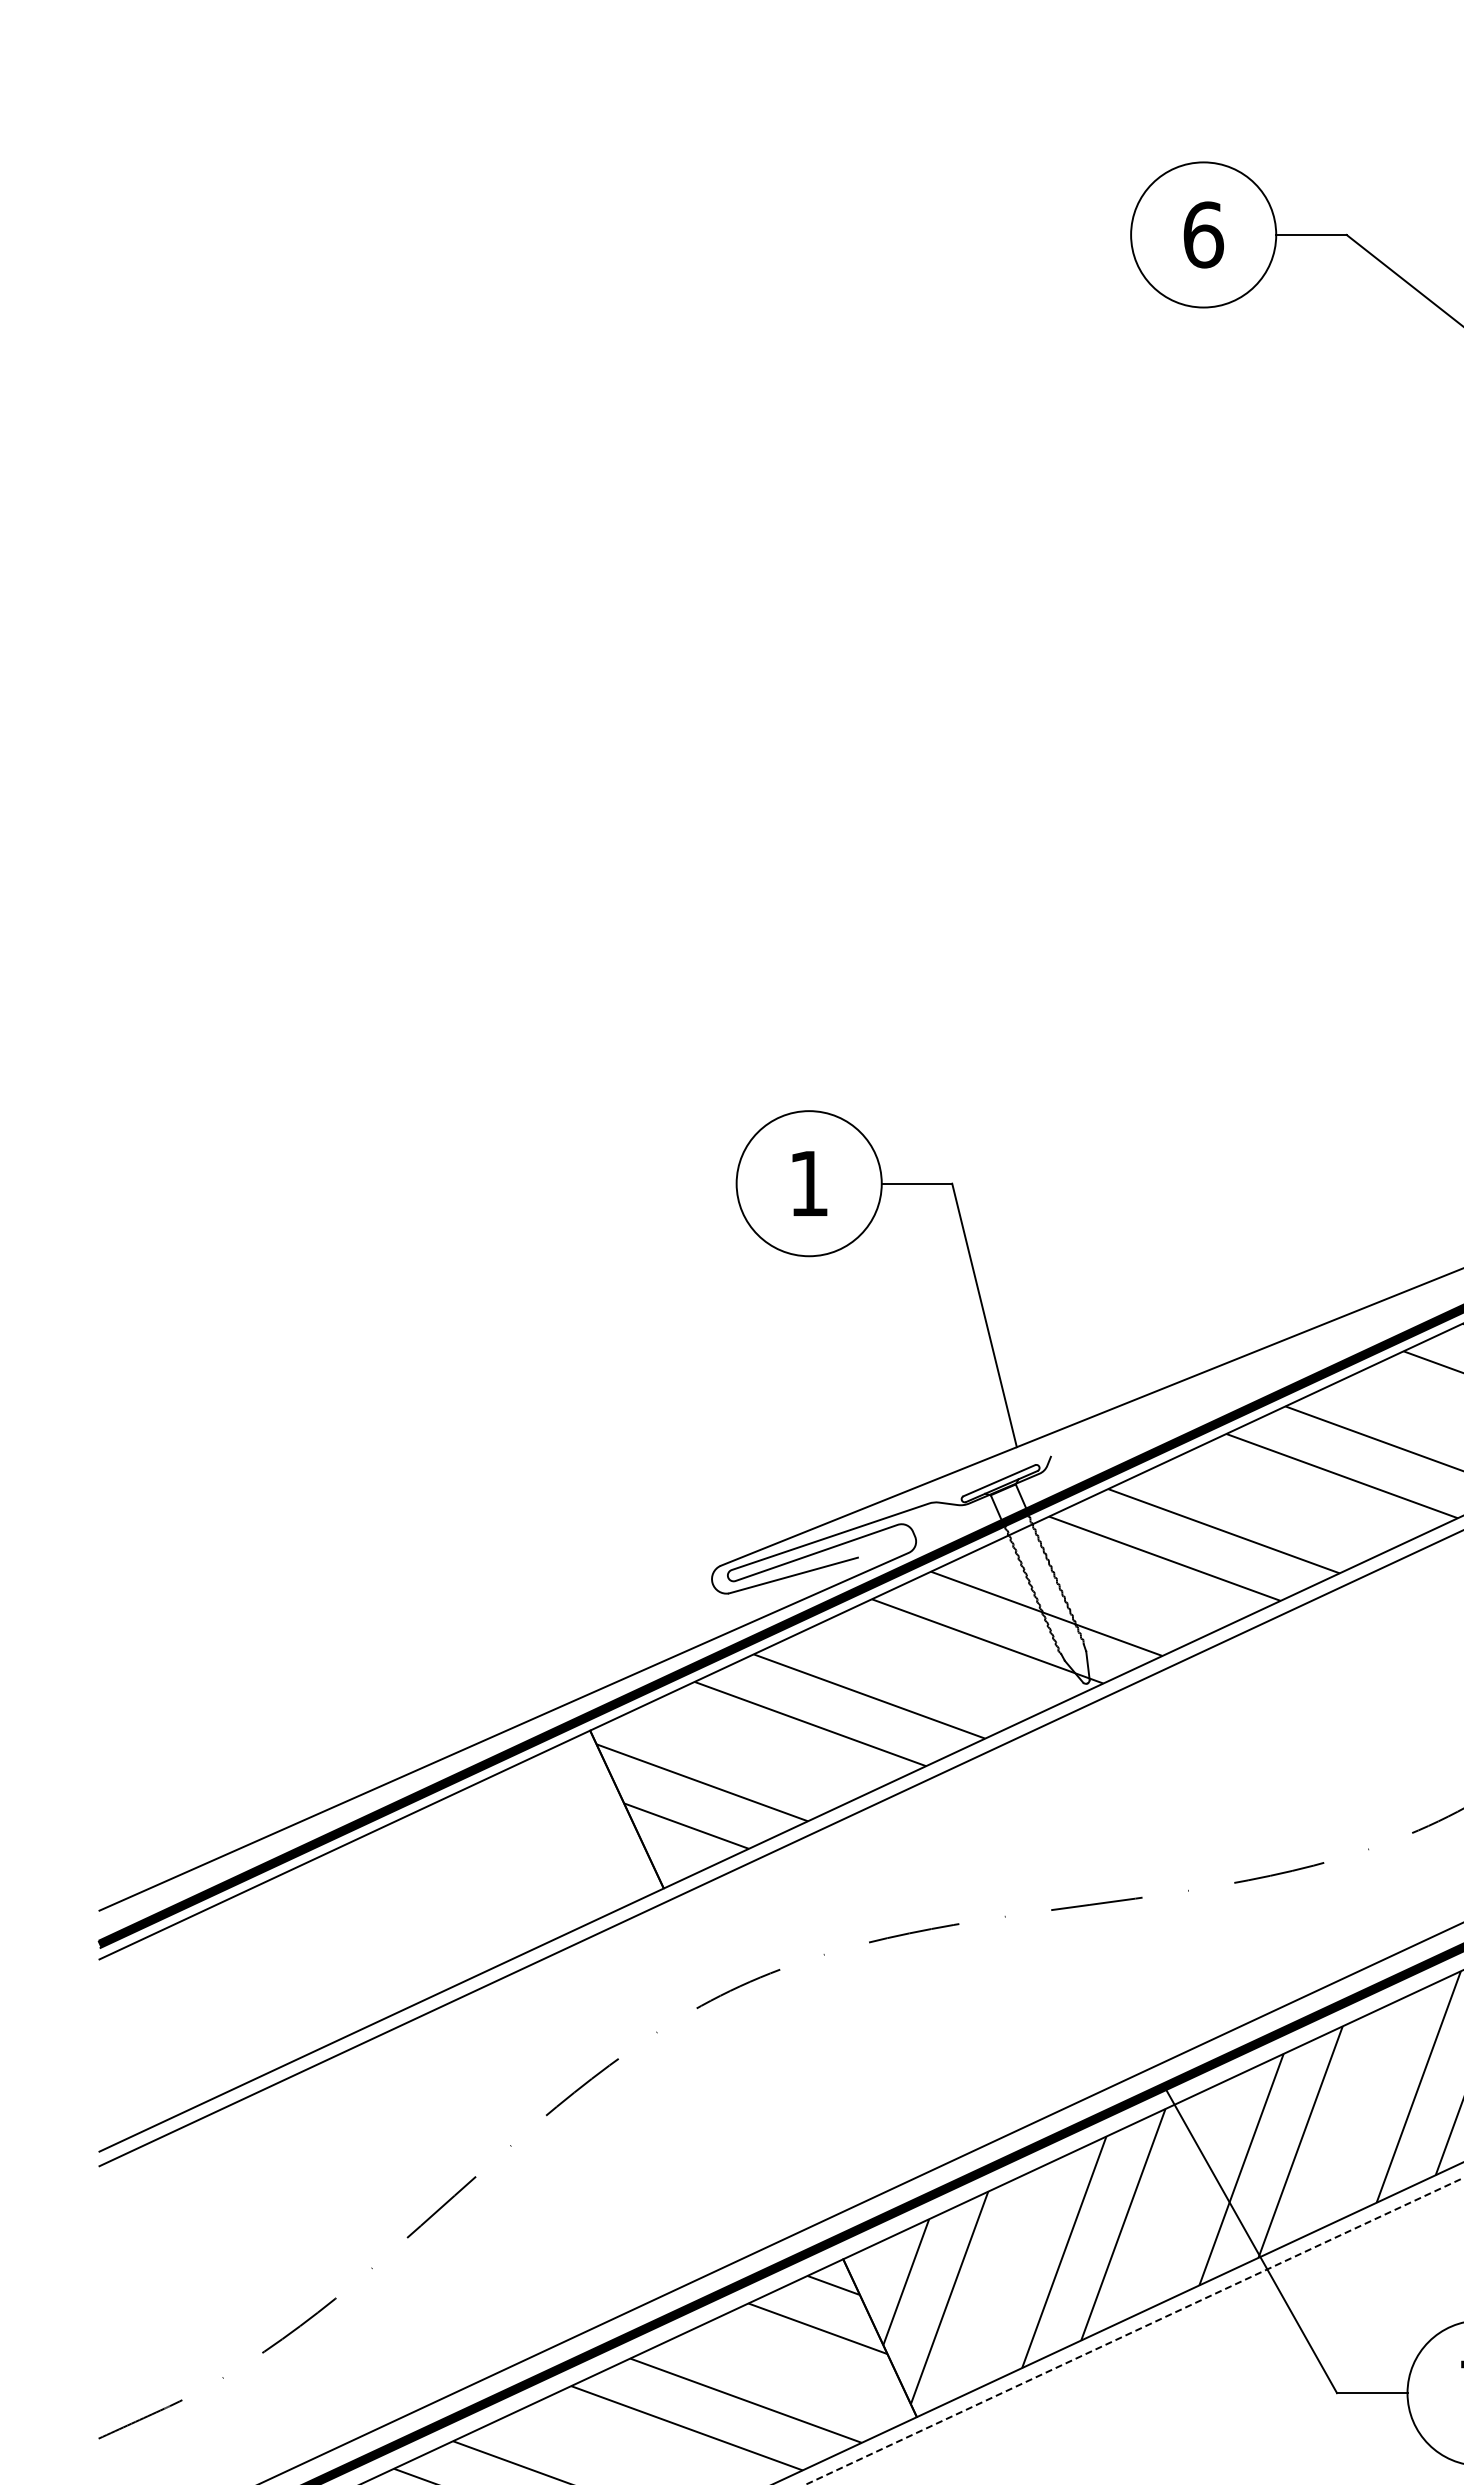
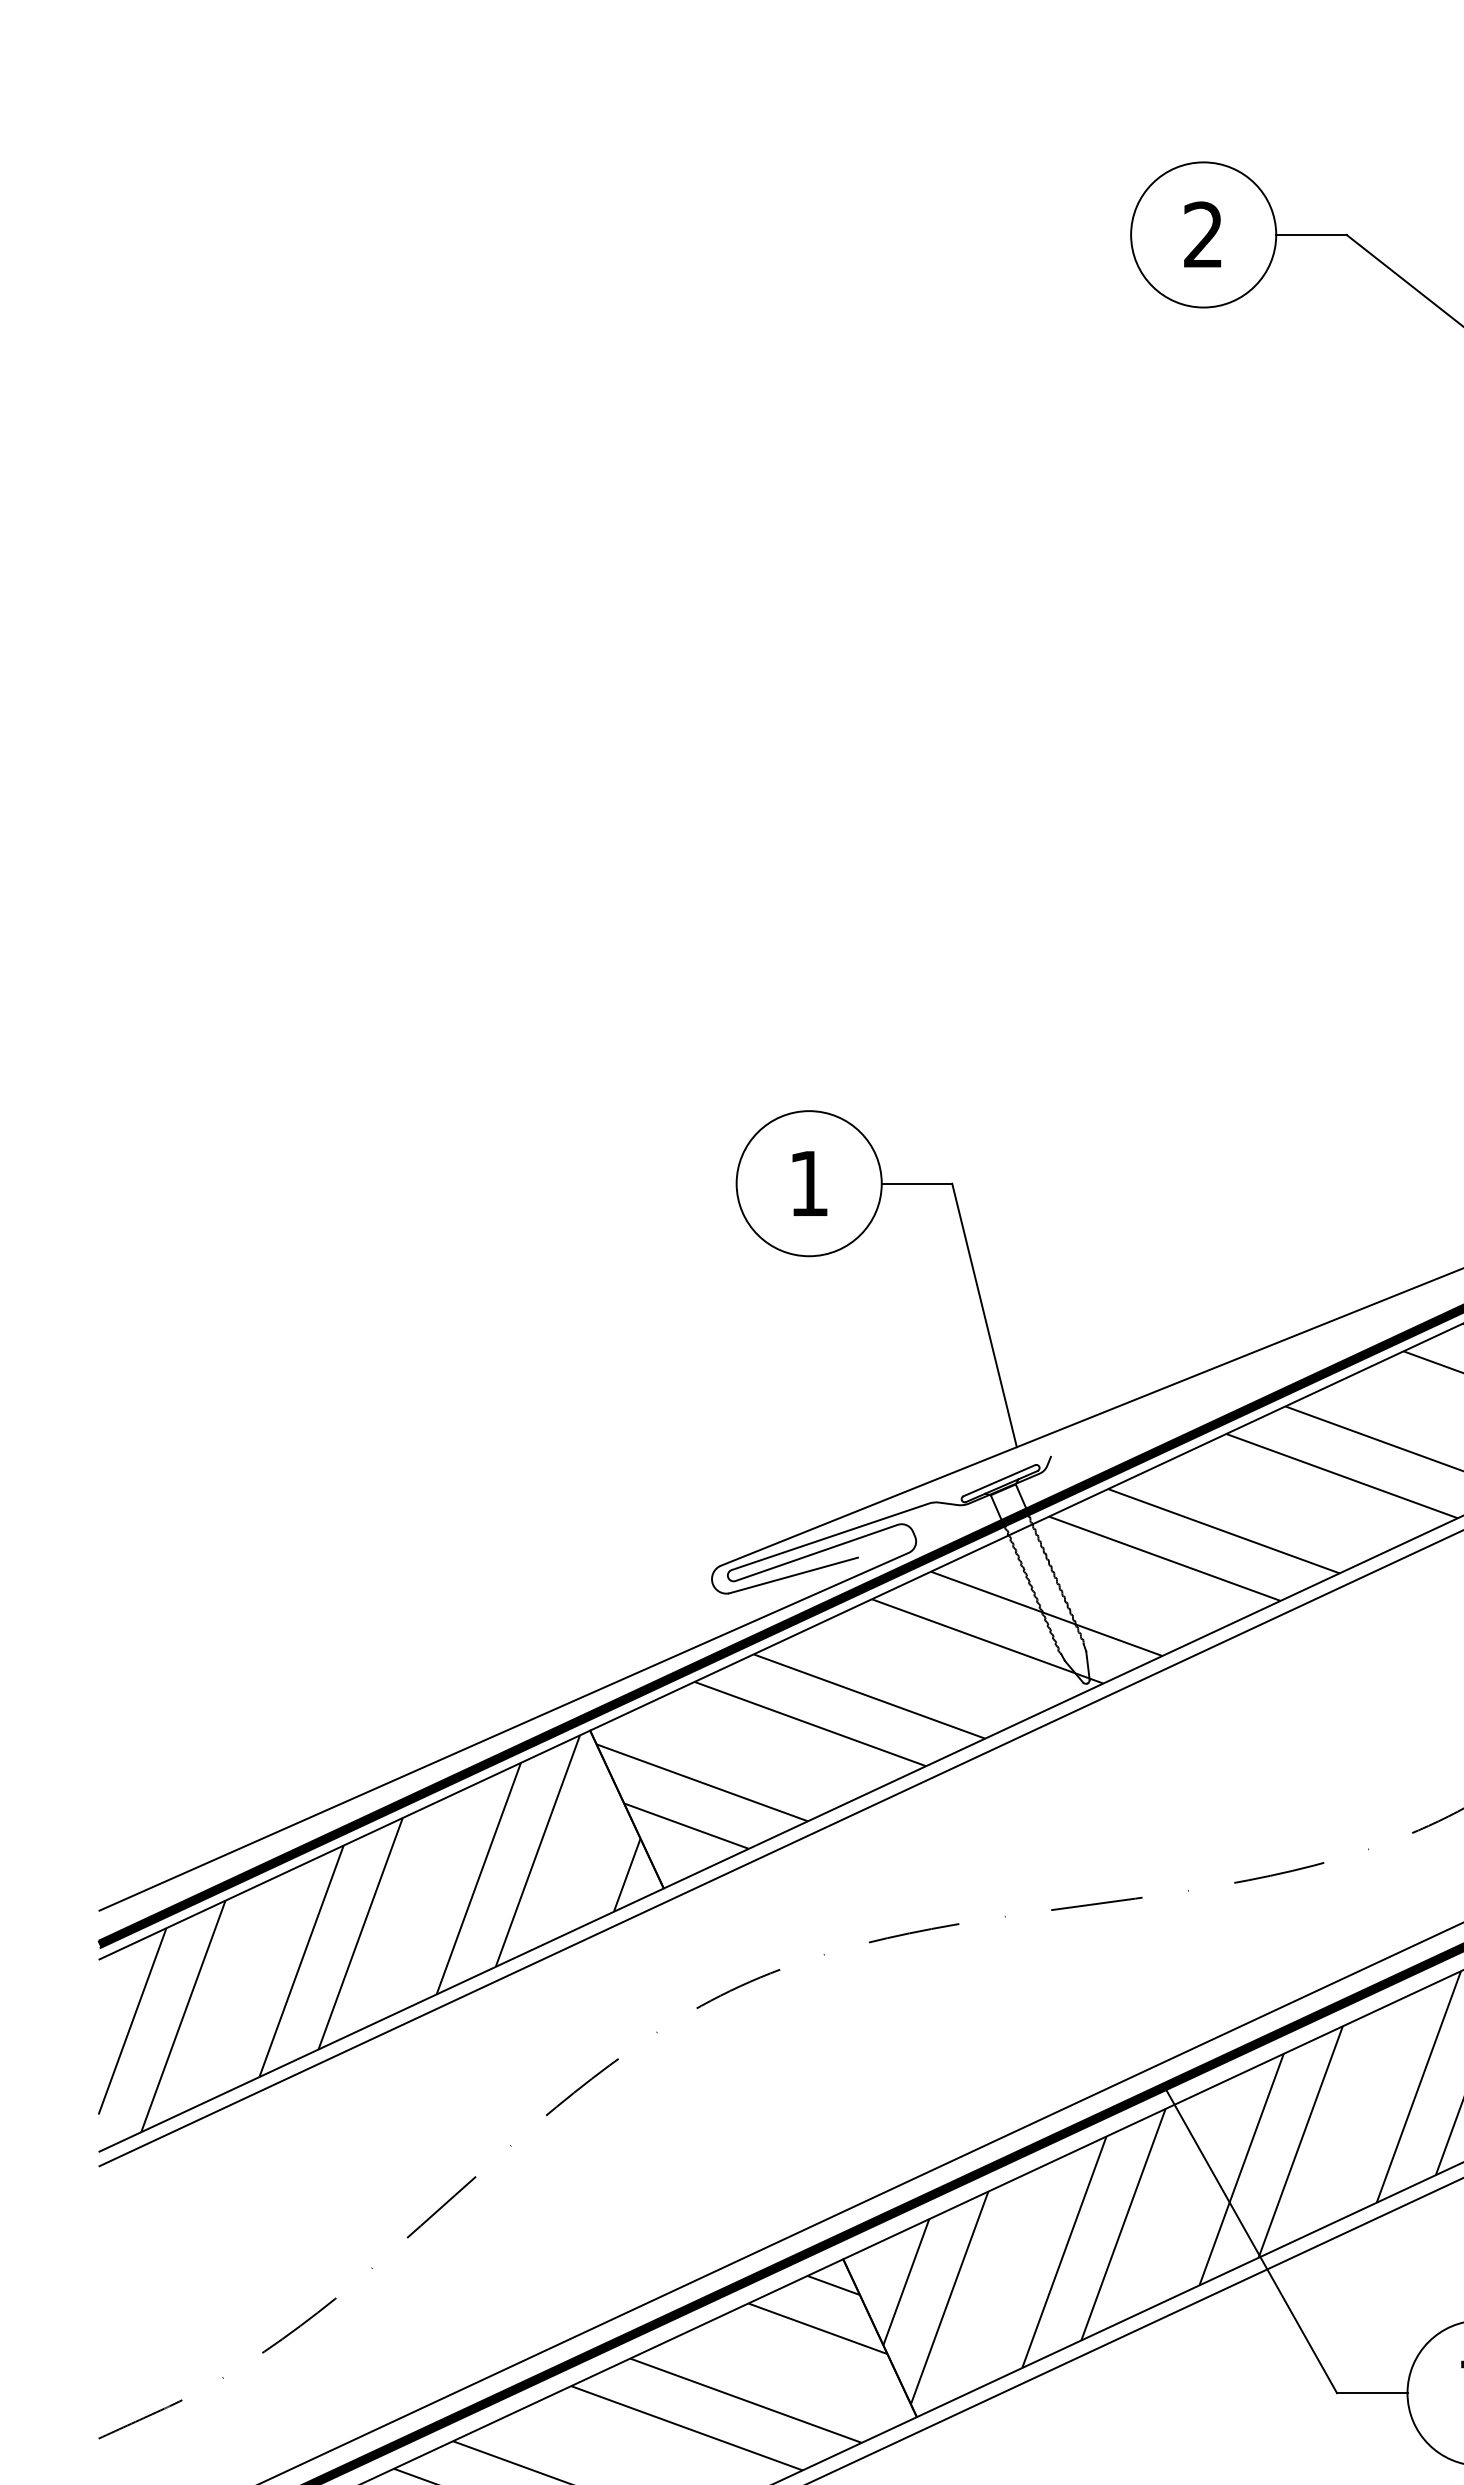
text at (1203, 234): 6 -> 2
hatch at (369, 1933): none -> present
line at (1134, 2331): dashed -> solid
